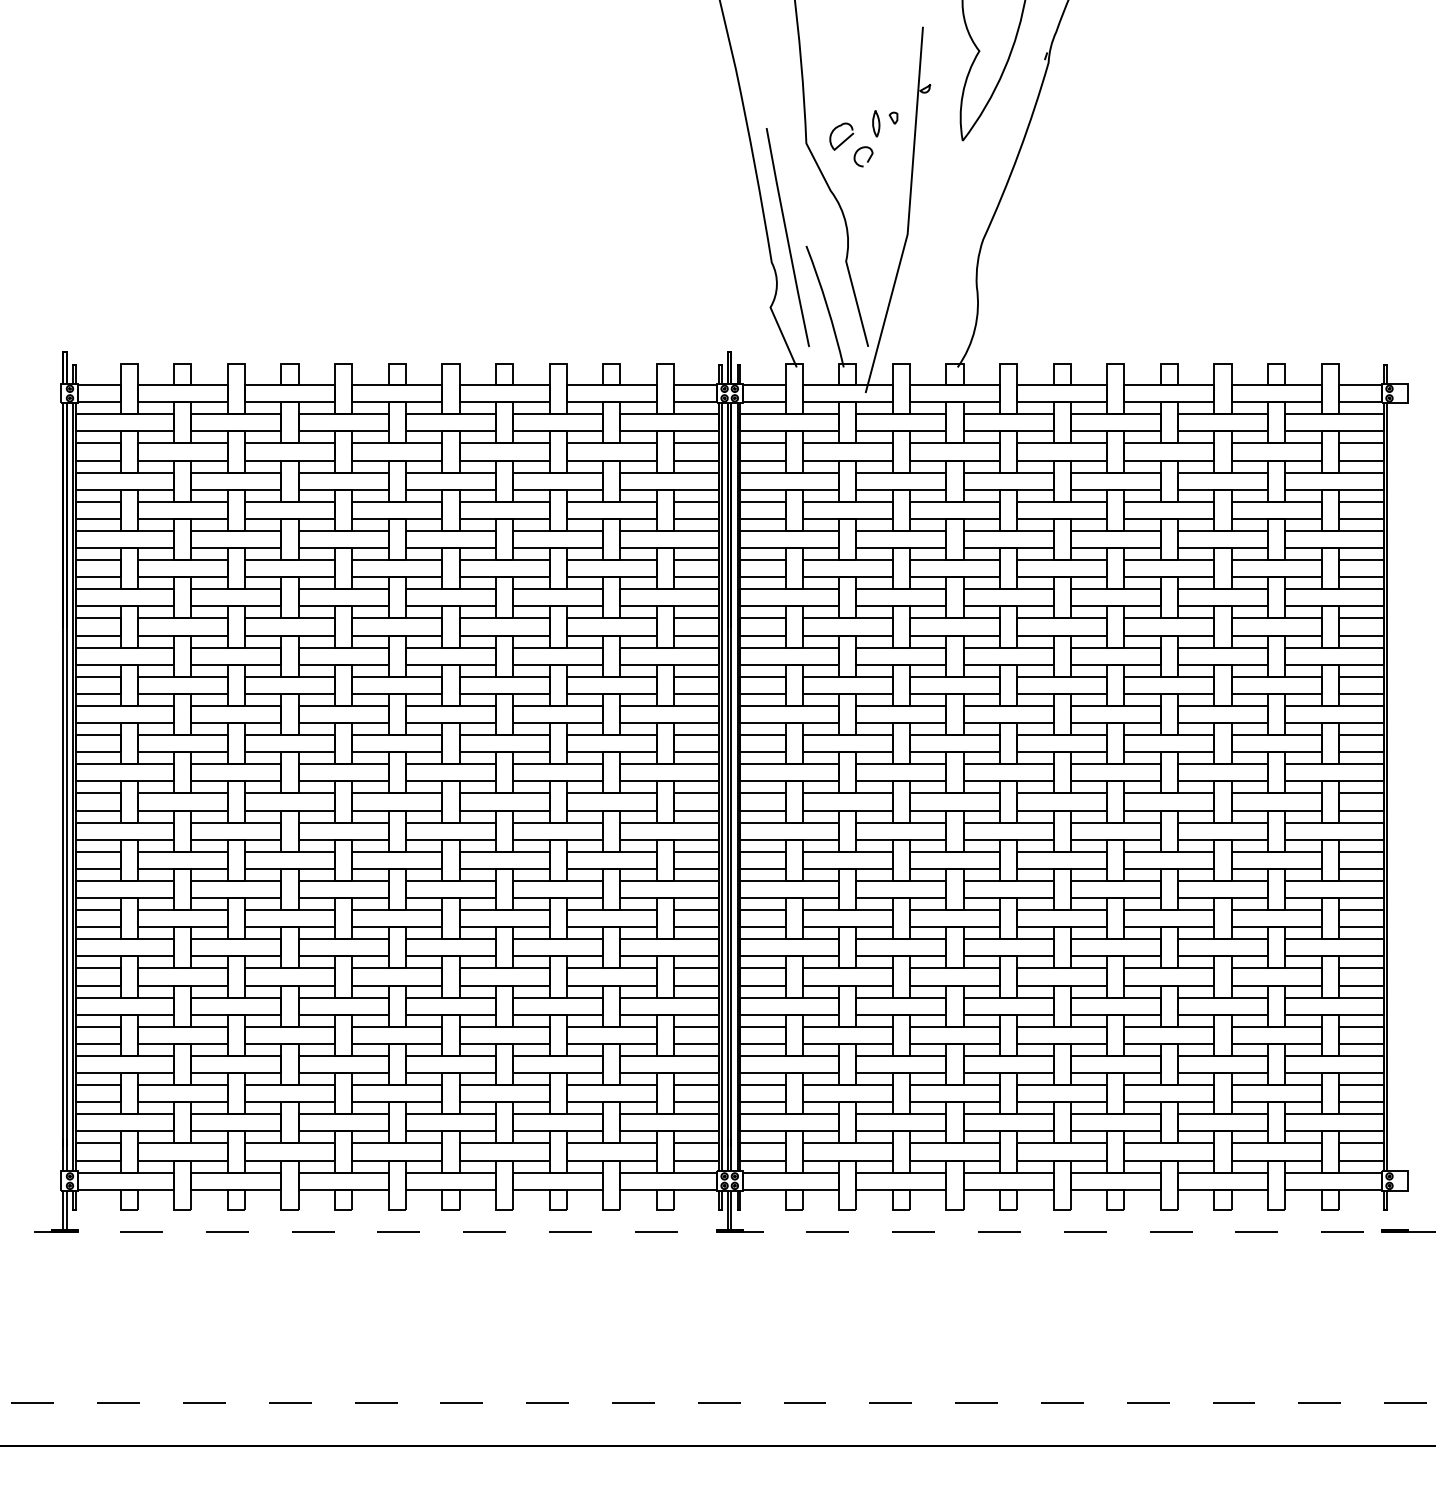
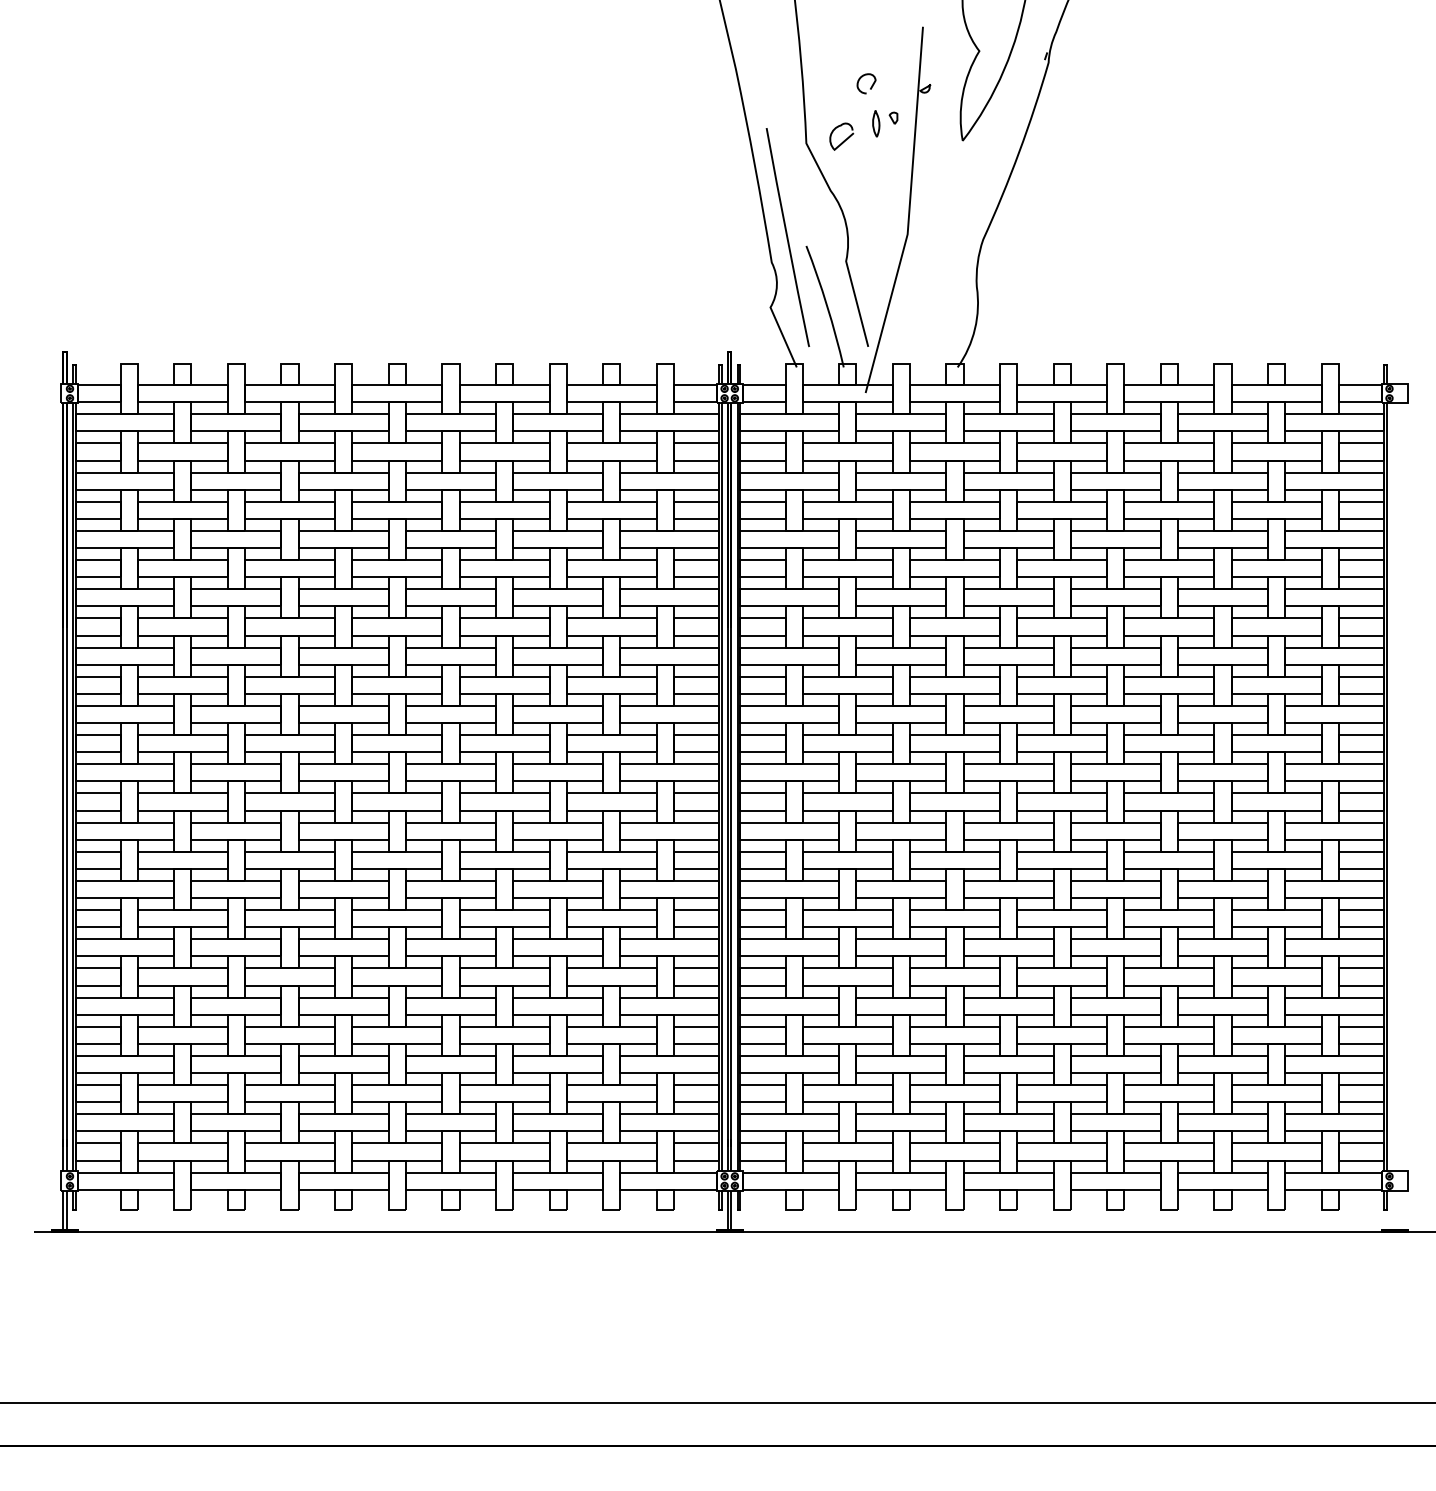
curve at (868, 158) position: (868, 158) -> (871, 85)
line at (735, 1231): dashed -> solid
line at (717, 1403): dashed -> solid
